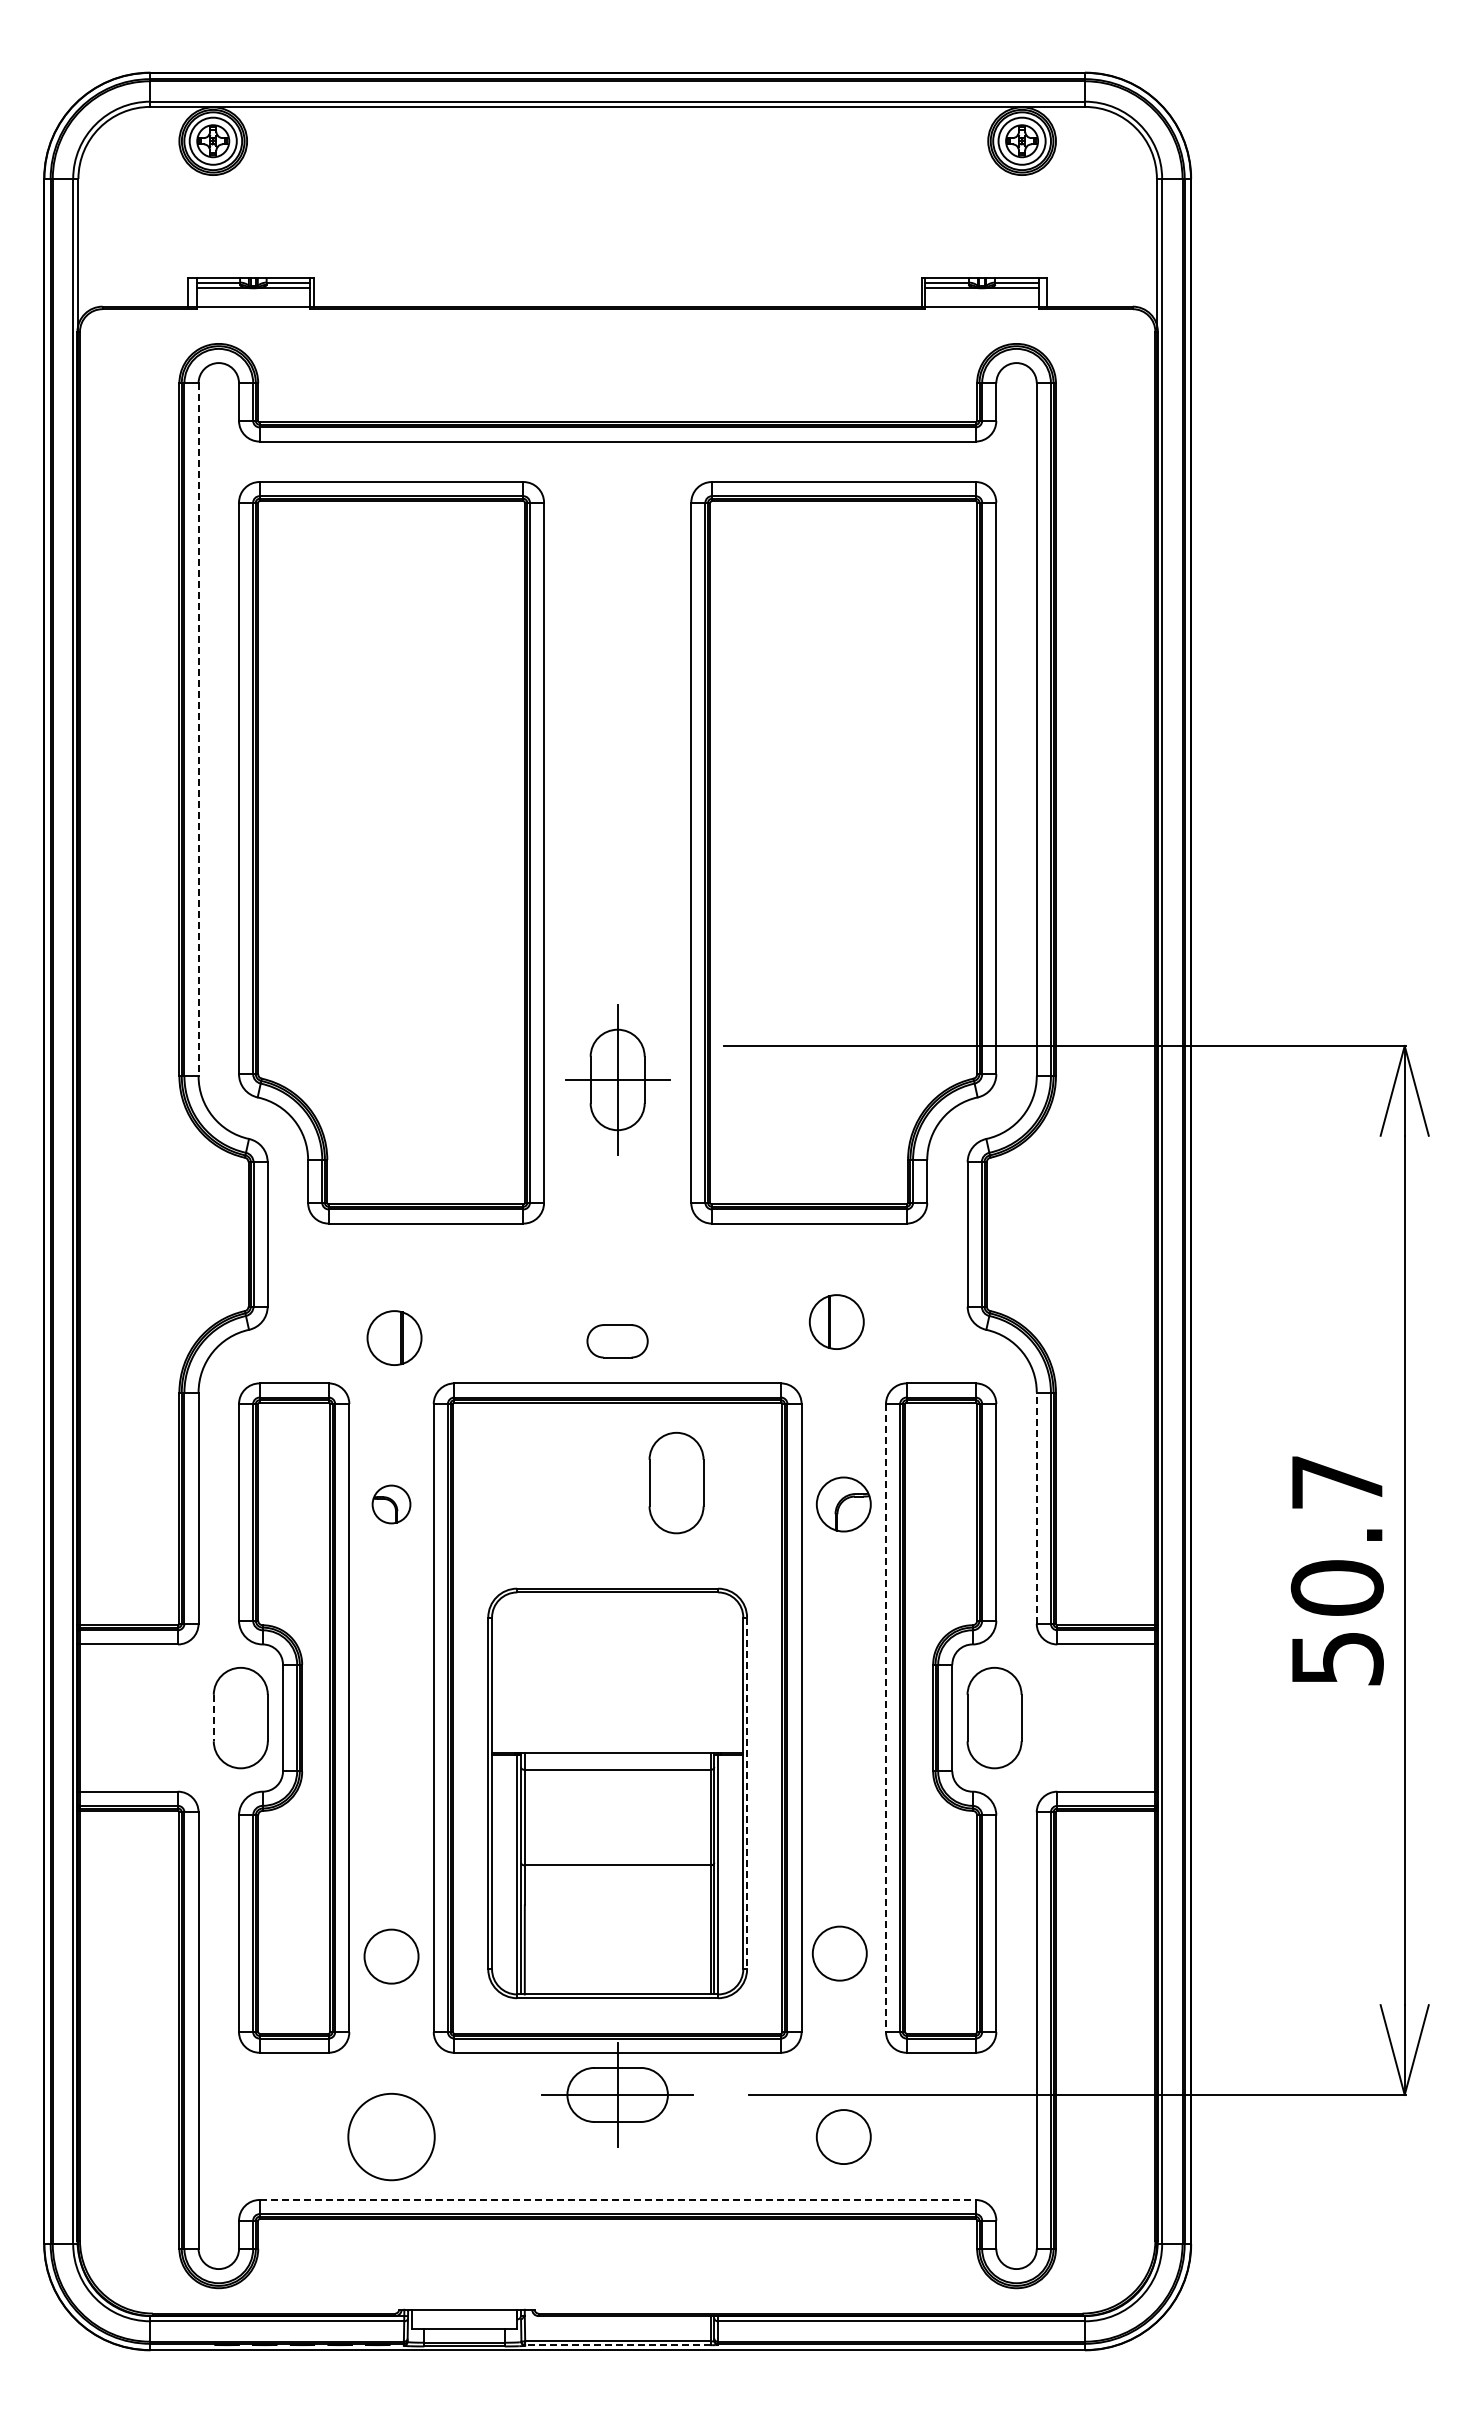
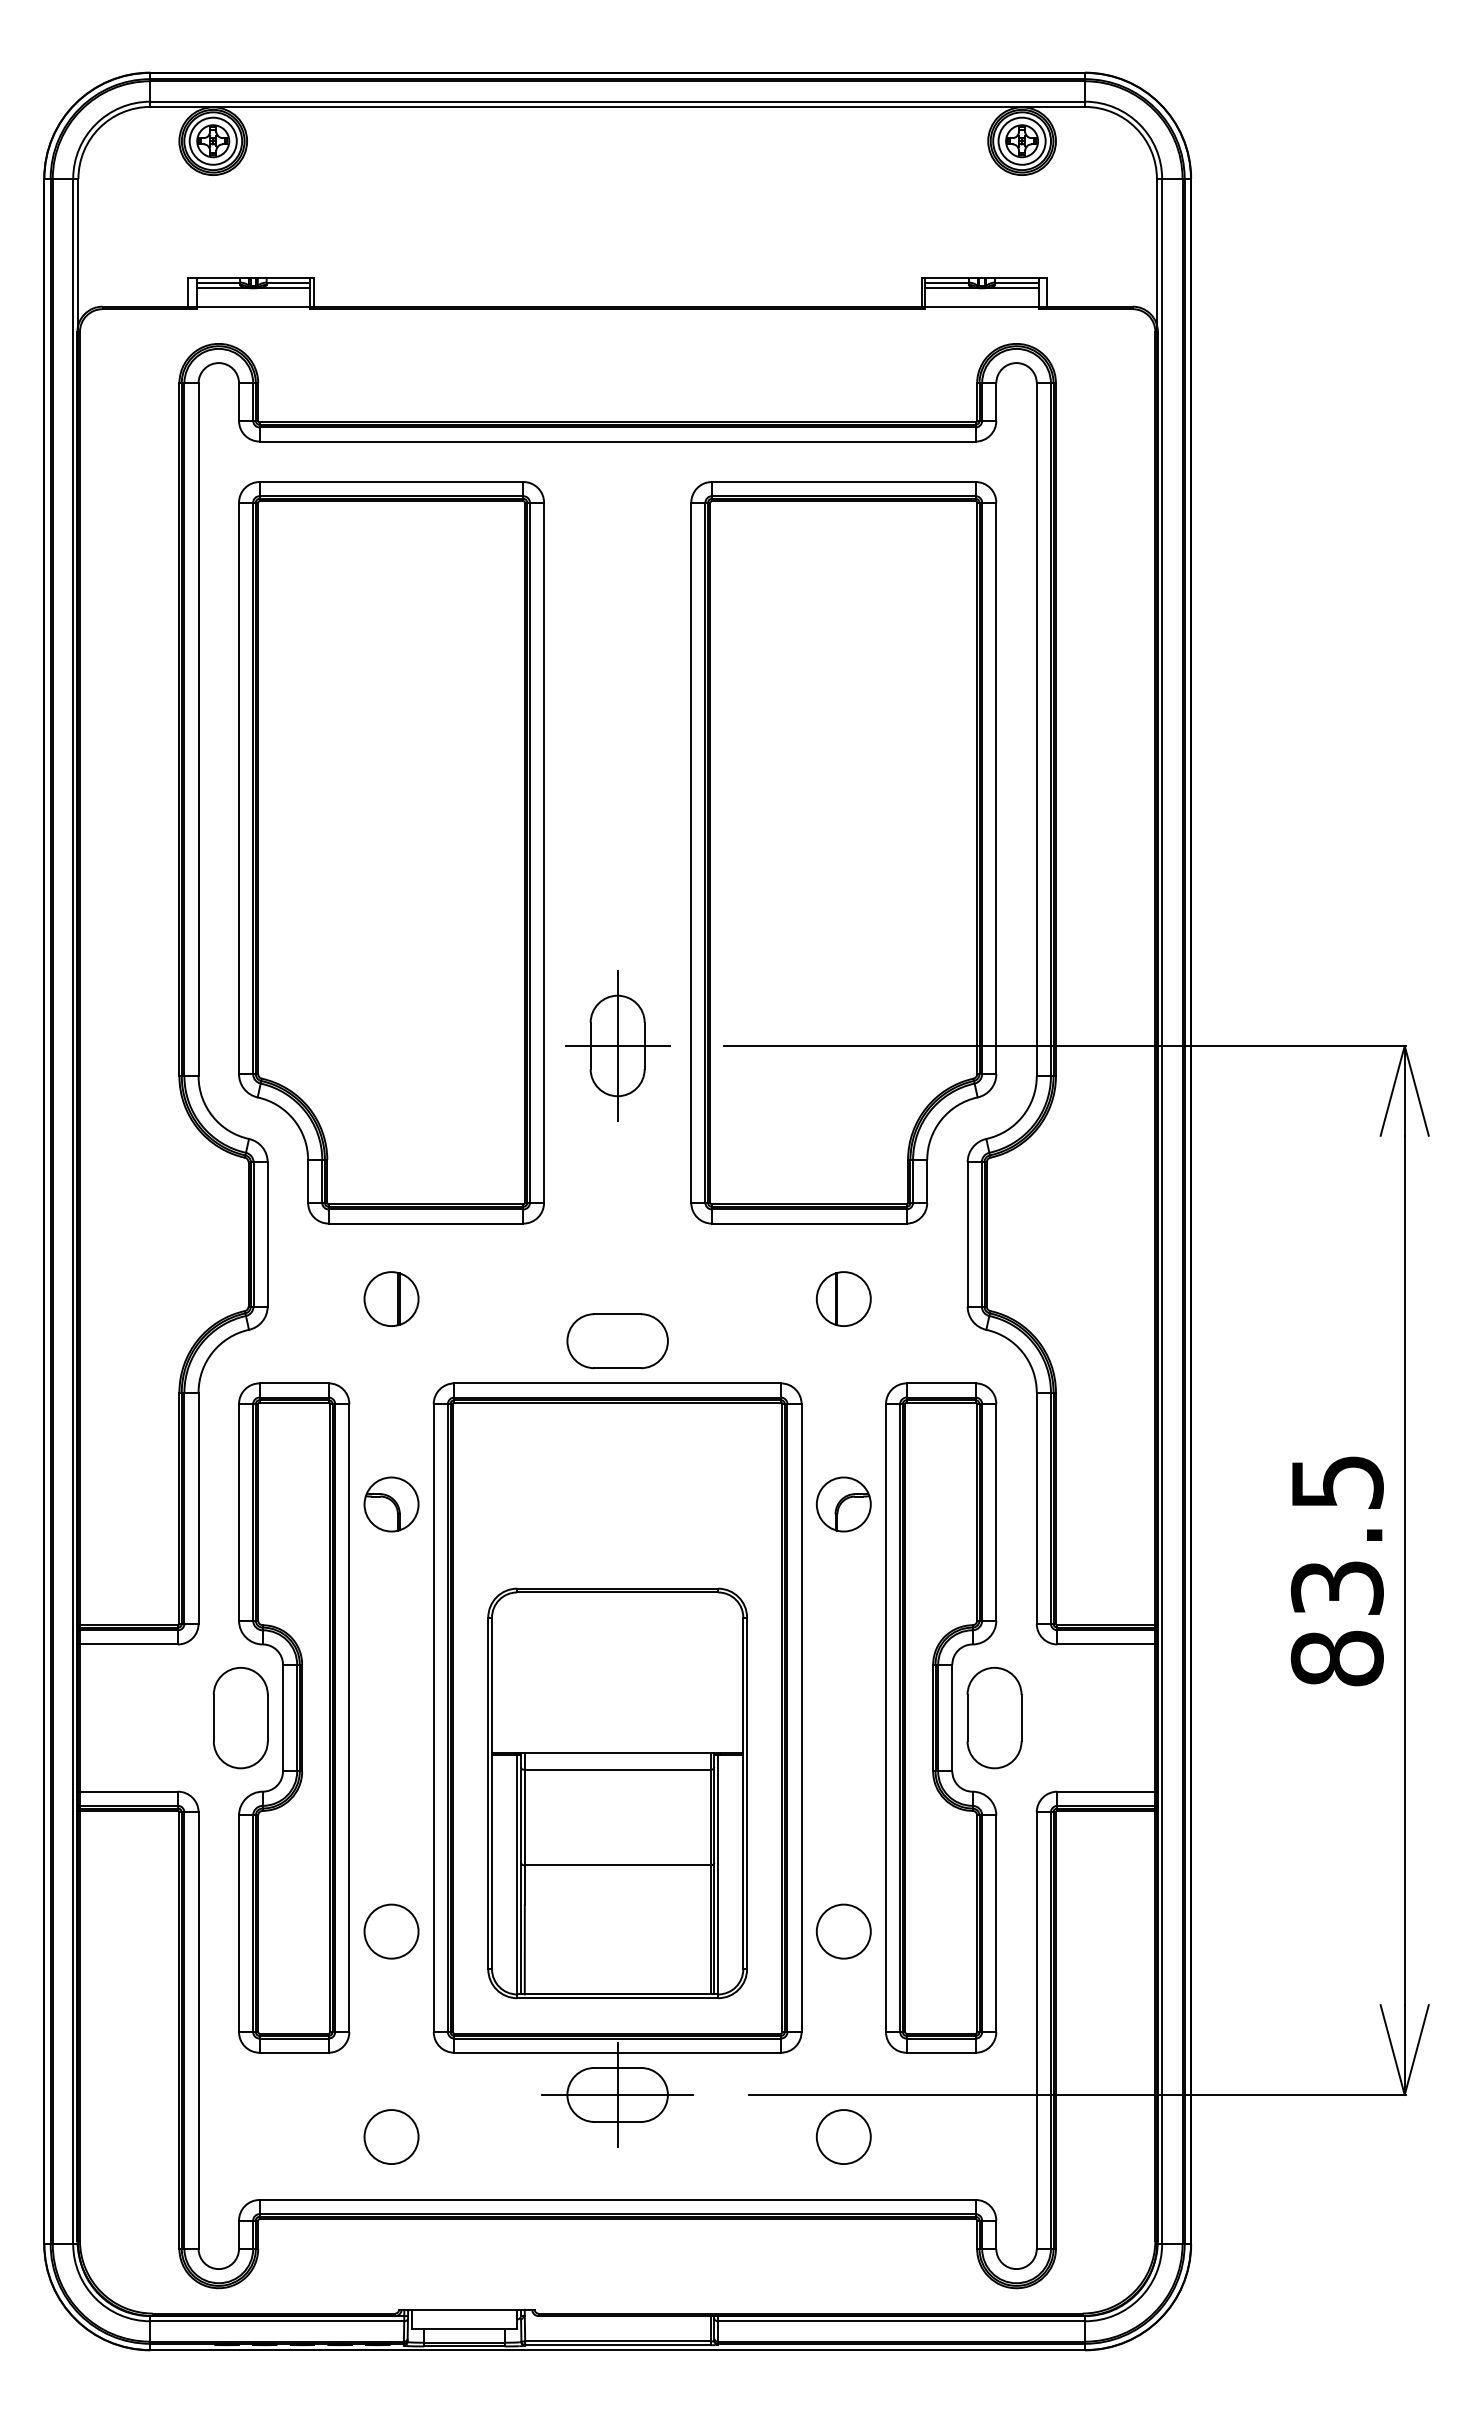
line at (198, 730): dashed -> solid
part at (617, 1079) position: (617, 1079) -> (617, 1045)
part at (836, 1321) position: (836, 1321) -> (843, 1298)
part at (394, 1337) position: (394, 1337) -> (391, 1298)
part at (617, 1341) size: 63x35 px -> 103x57 px
part at (676, 1482): present -> none
part at (391, 1504) size: 41x41 px -> 57x57 px
line at (1036, 1508): dashed -> solid
text at (1336, 1571): 50.7 -> 83.5
line at (213, 1718): dashed -> solid
line at (886, 1718): dashed -> solid
line at (747, 1793): dashed -> solid
circle at (839, 1953) position: (839, 1953) -> (843, 1931)
circle at (391, 1956) position: (391, 1956) -> (391, 1931)
circle at (391, 2136) diameter: 86 px -> 54 px
line at (618, 2199): dashed -> solid
line at (617, 2345): dashed -> solid
